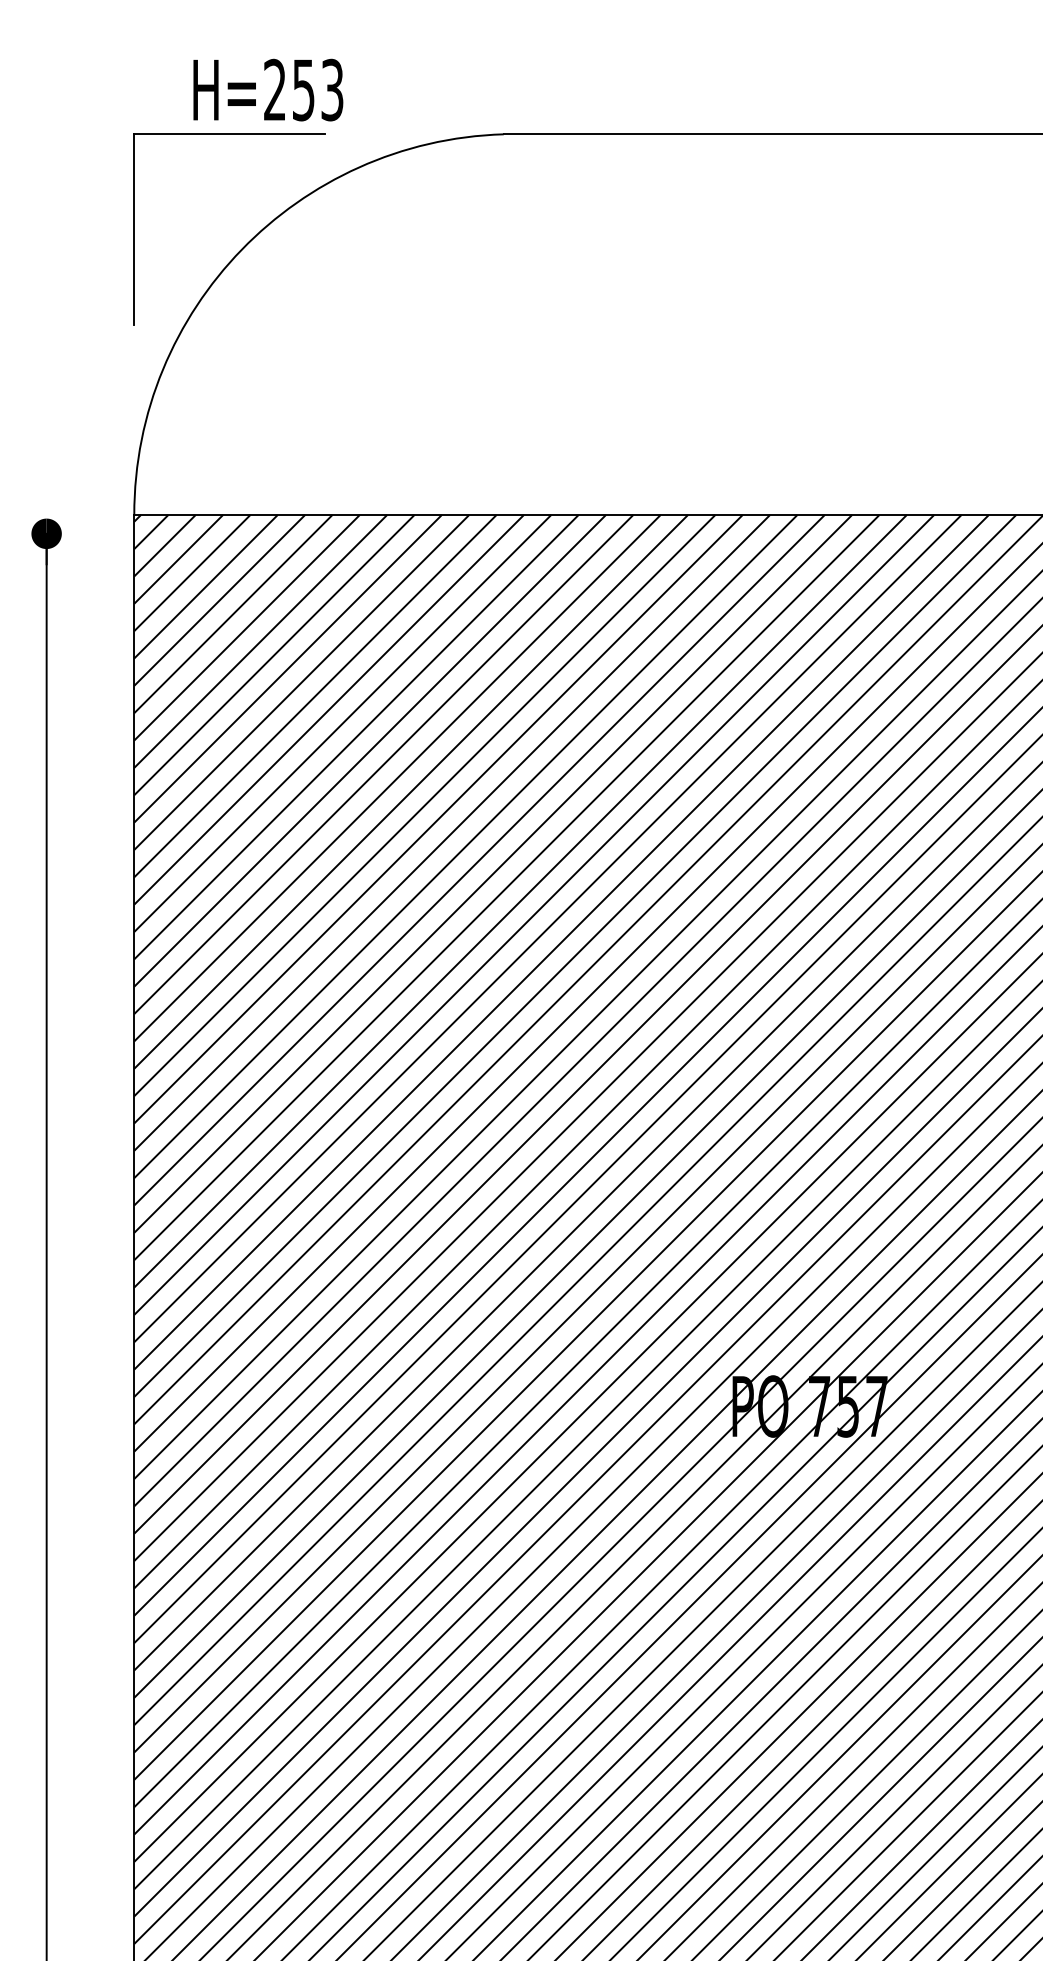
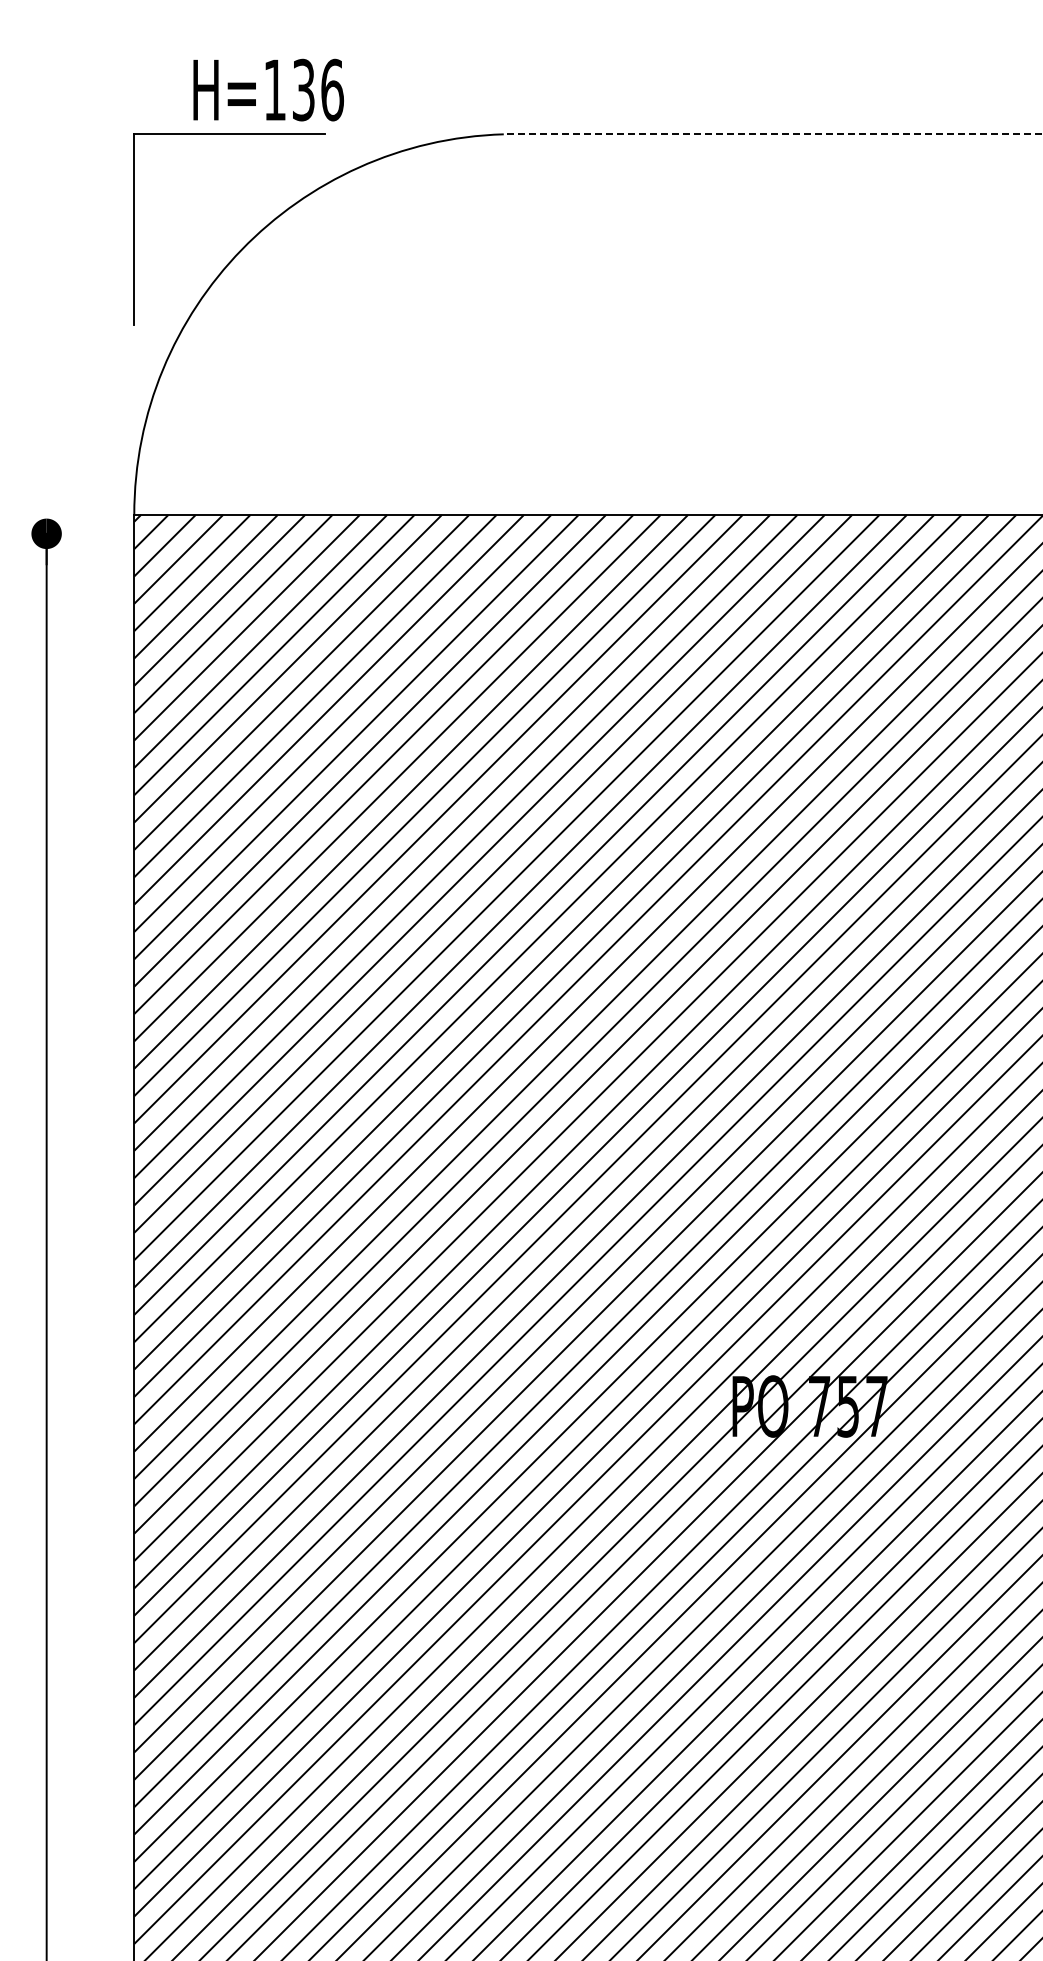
text at (303, 89): H=253 -> H=136
line at (772, 134): solid -> dashed
